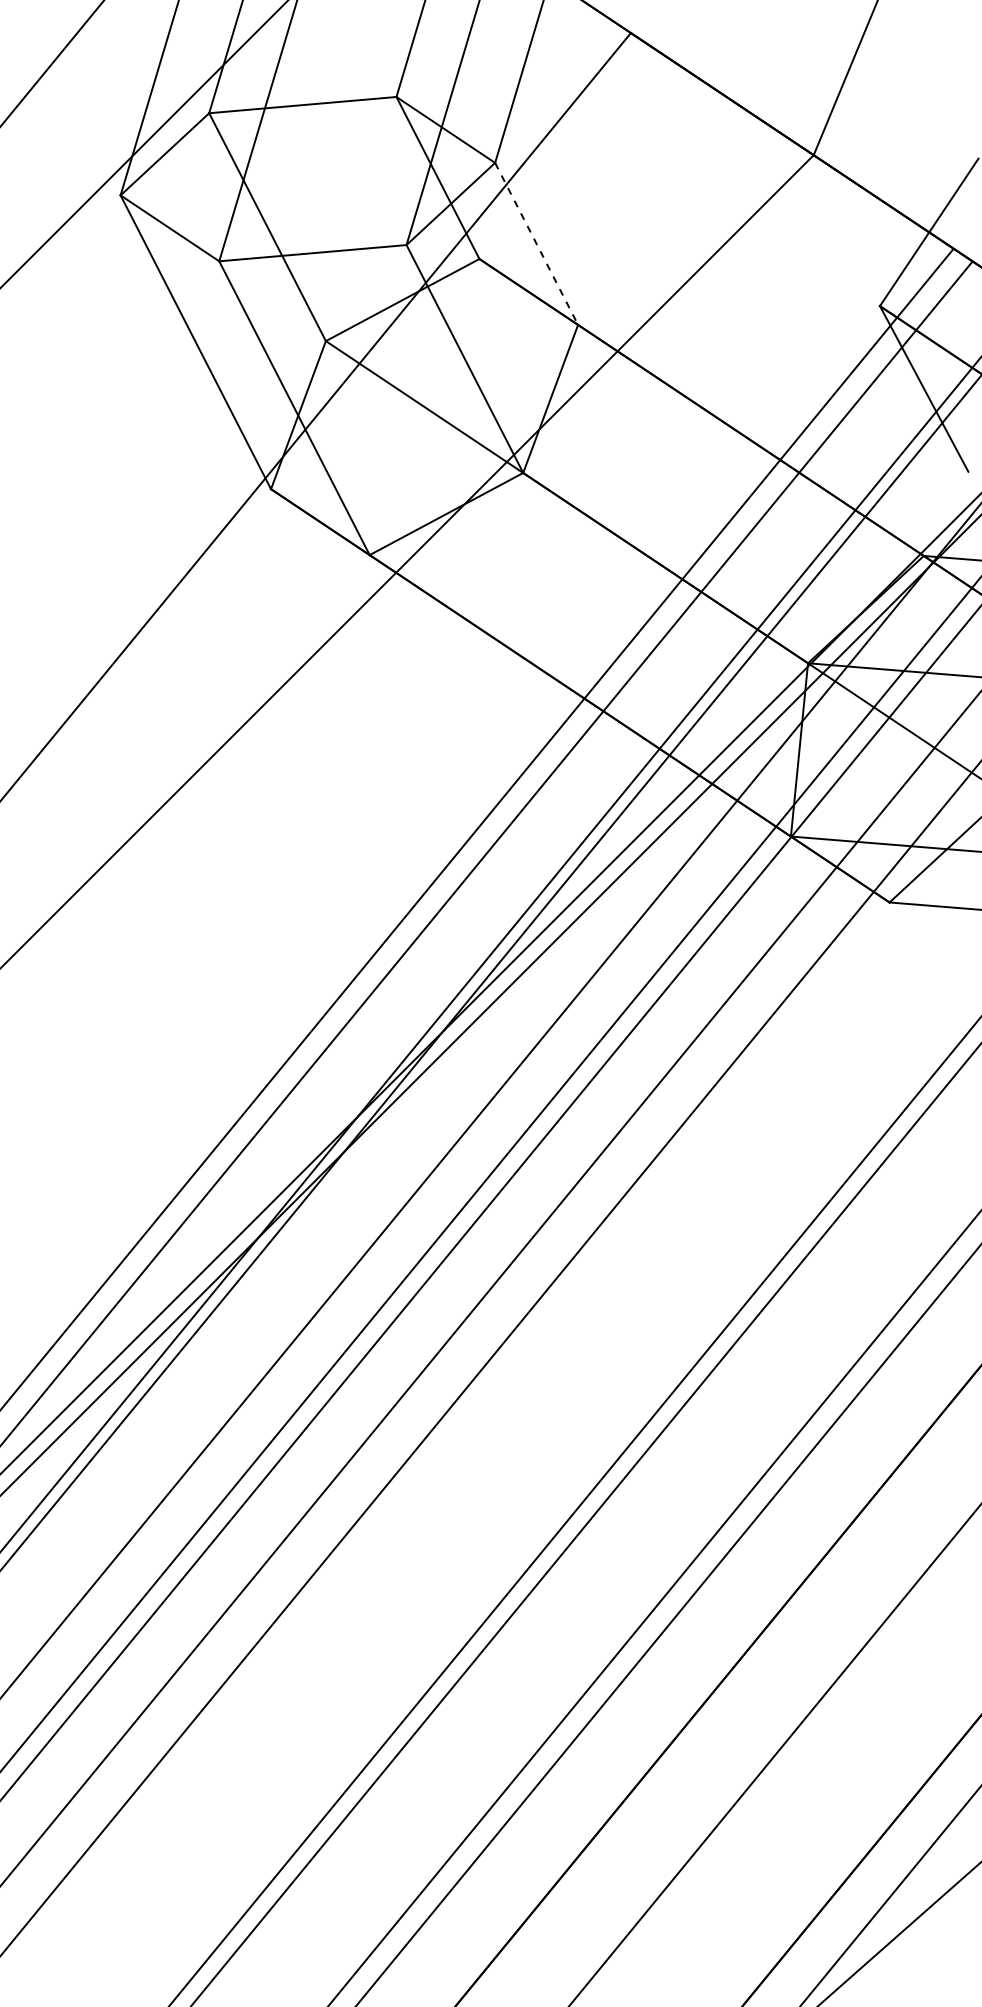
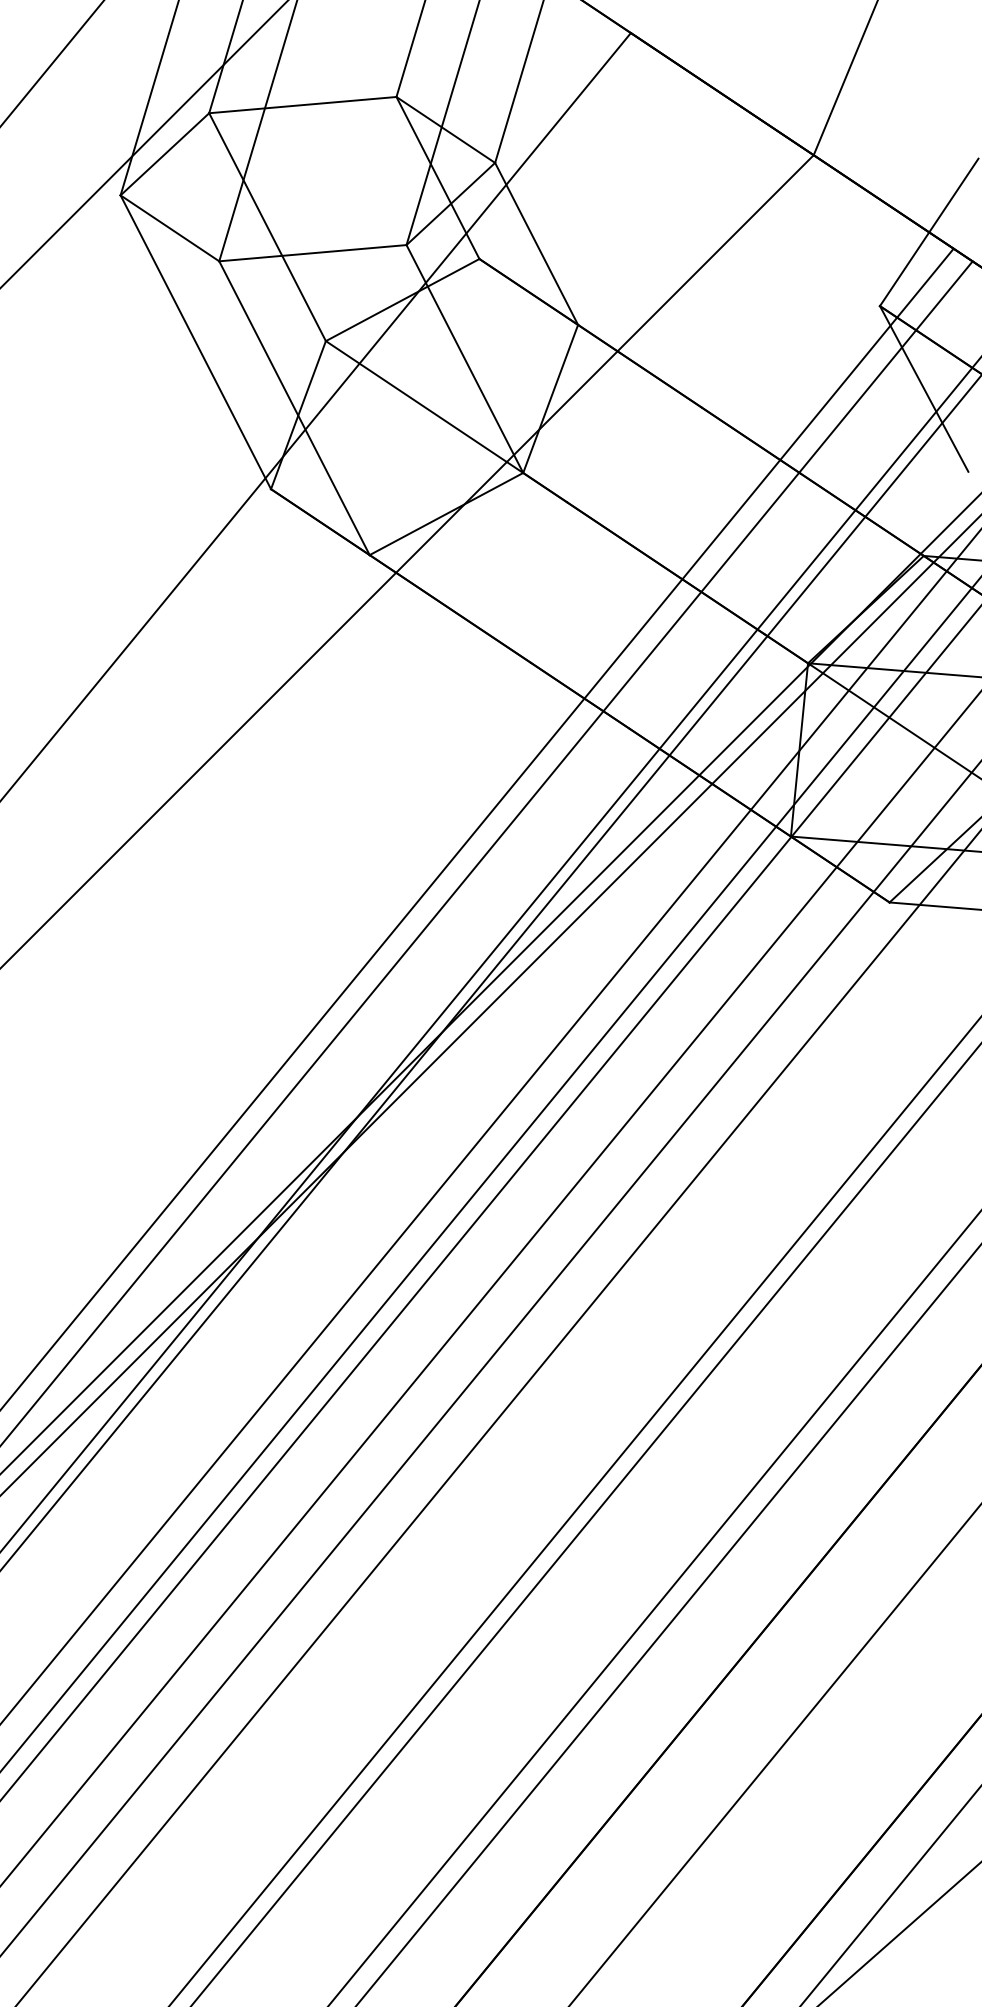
line at (536, 244): dashed -> solid
line at (490, 1100) position: (490, 1100) -> (490, 1127)
line at (498, 1417): none -> present
